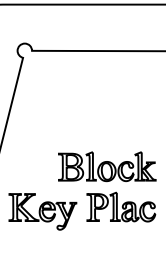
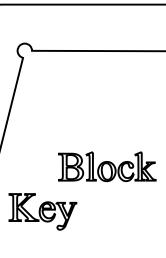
part at (121, 206): present -> none
